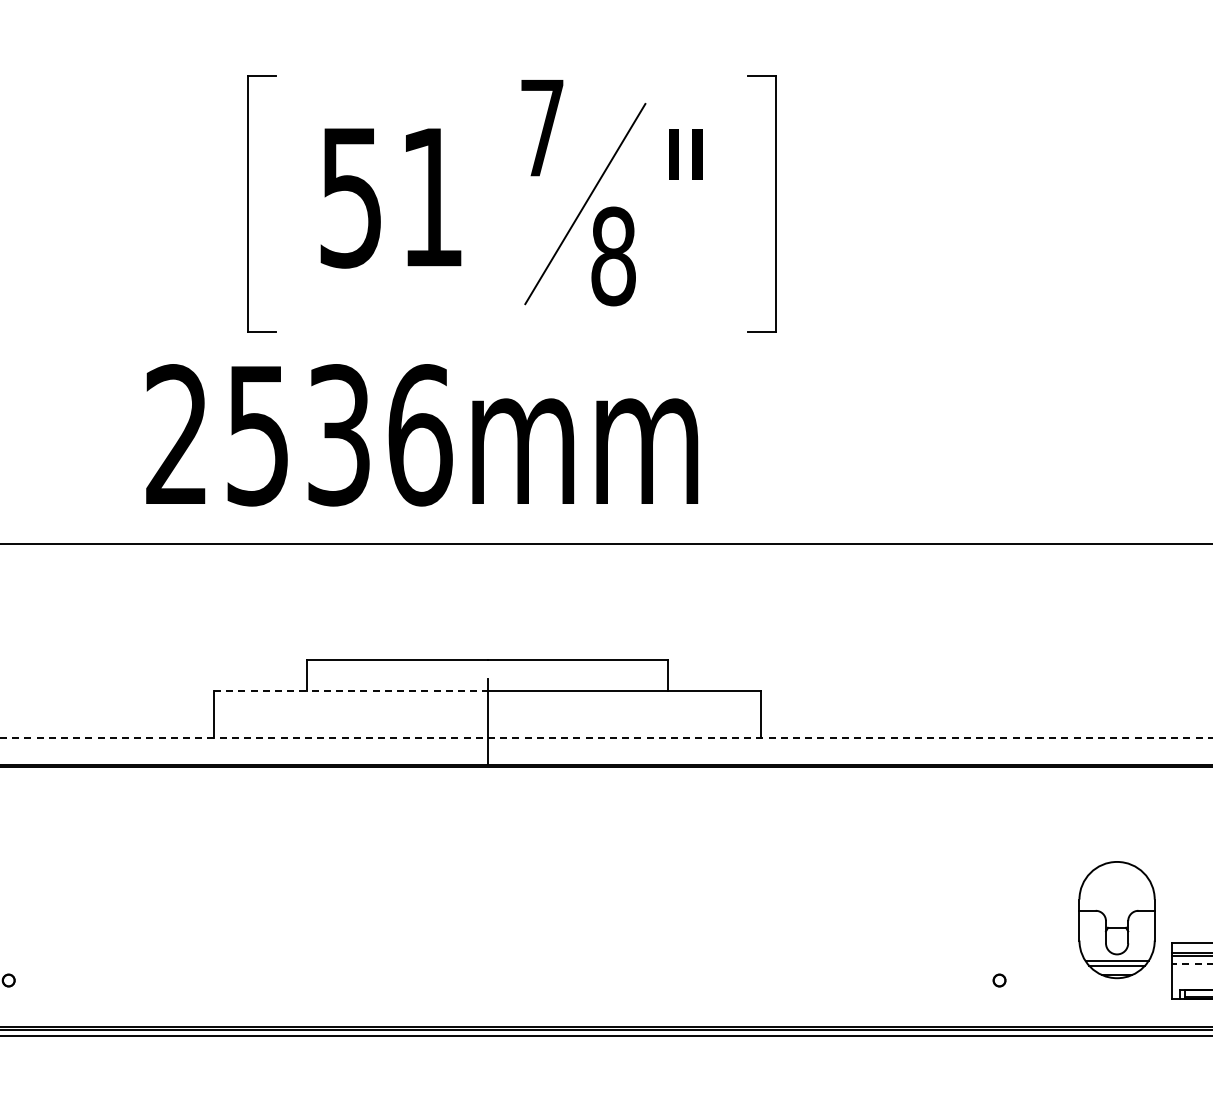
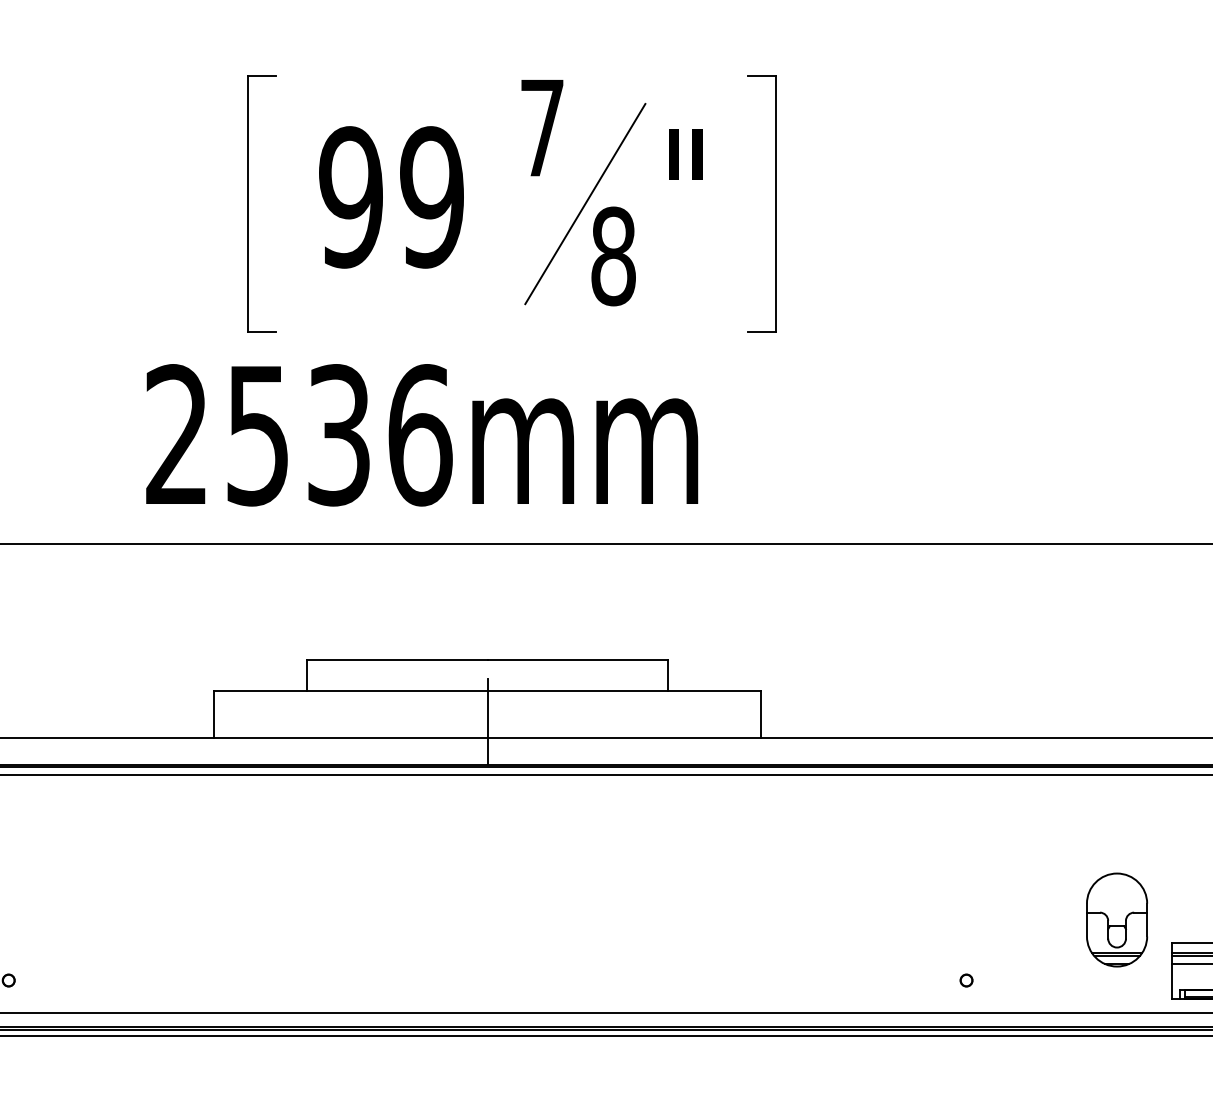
text at (391, 197): 51 -> 99
line at (350, 691): dashed -> solid
line at (606, 737): dashed -> solid
line at (605, 775): none -> present
part at (1116, 920) size: 78x119 px -> 62x96 px
line at (1191, 963): dashed -> solid
circle at (999, 980) position: (999, 980) -> (966, 980)
line at (605, 1013): none -> present
